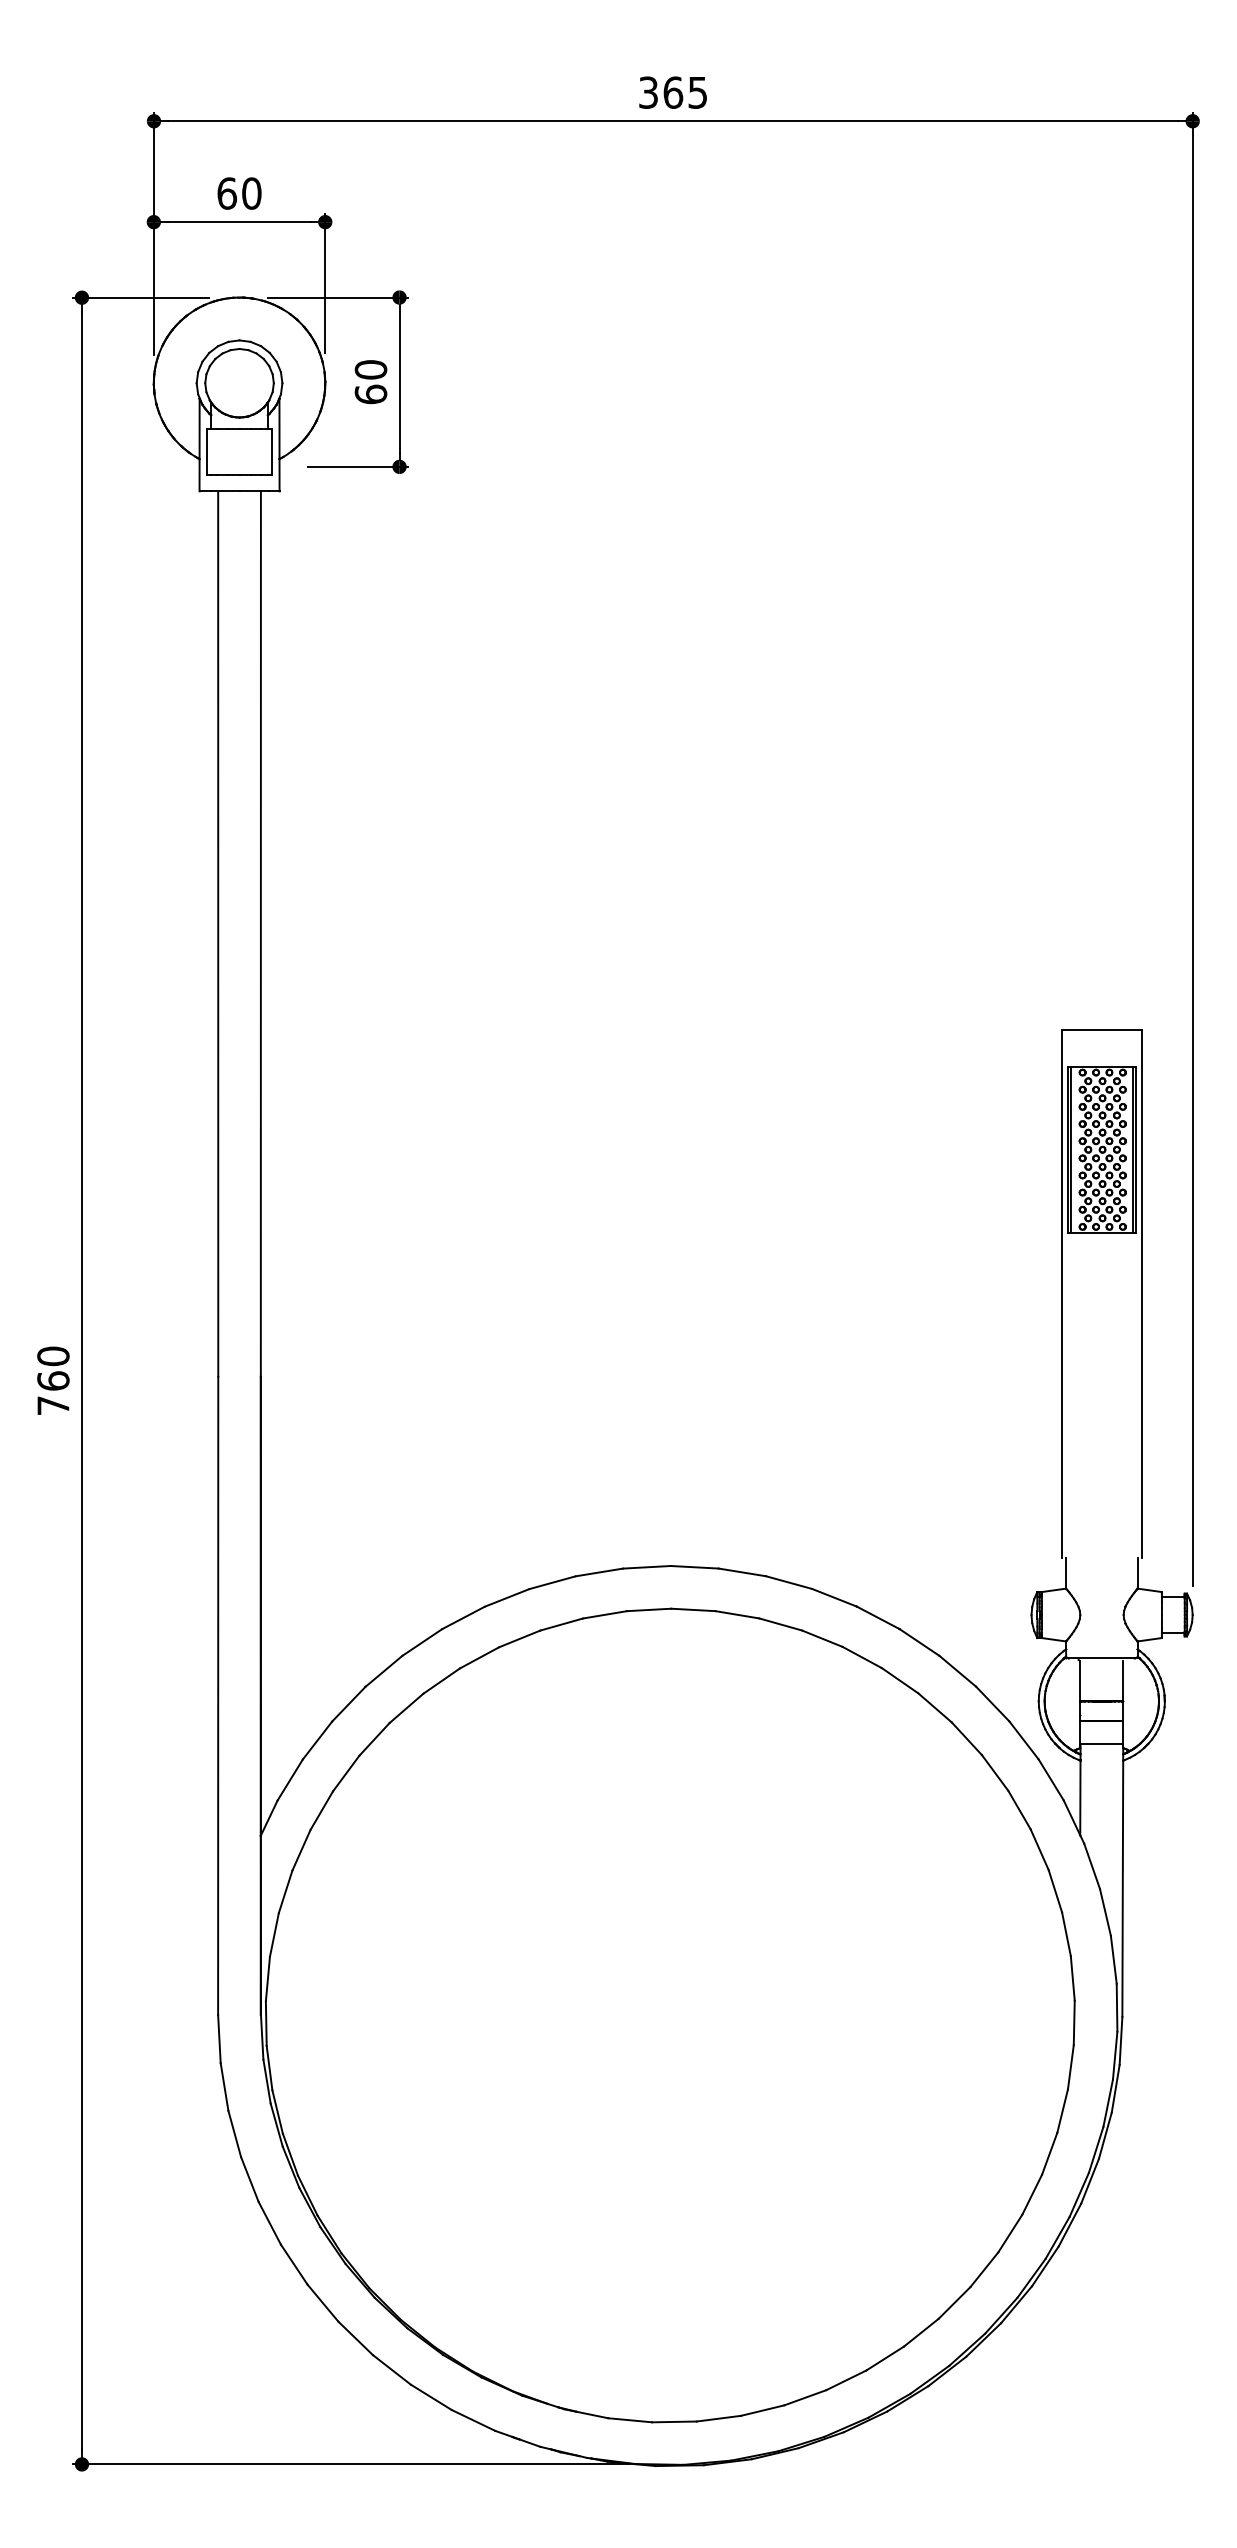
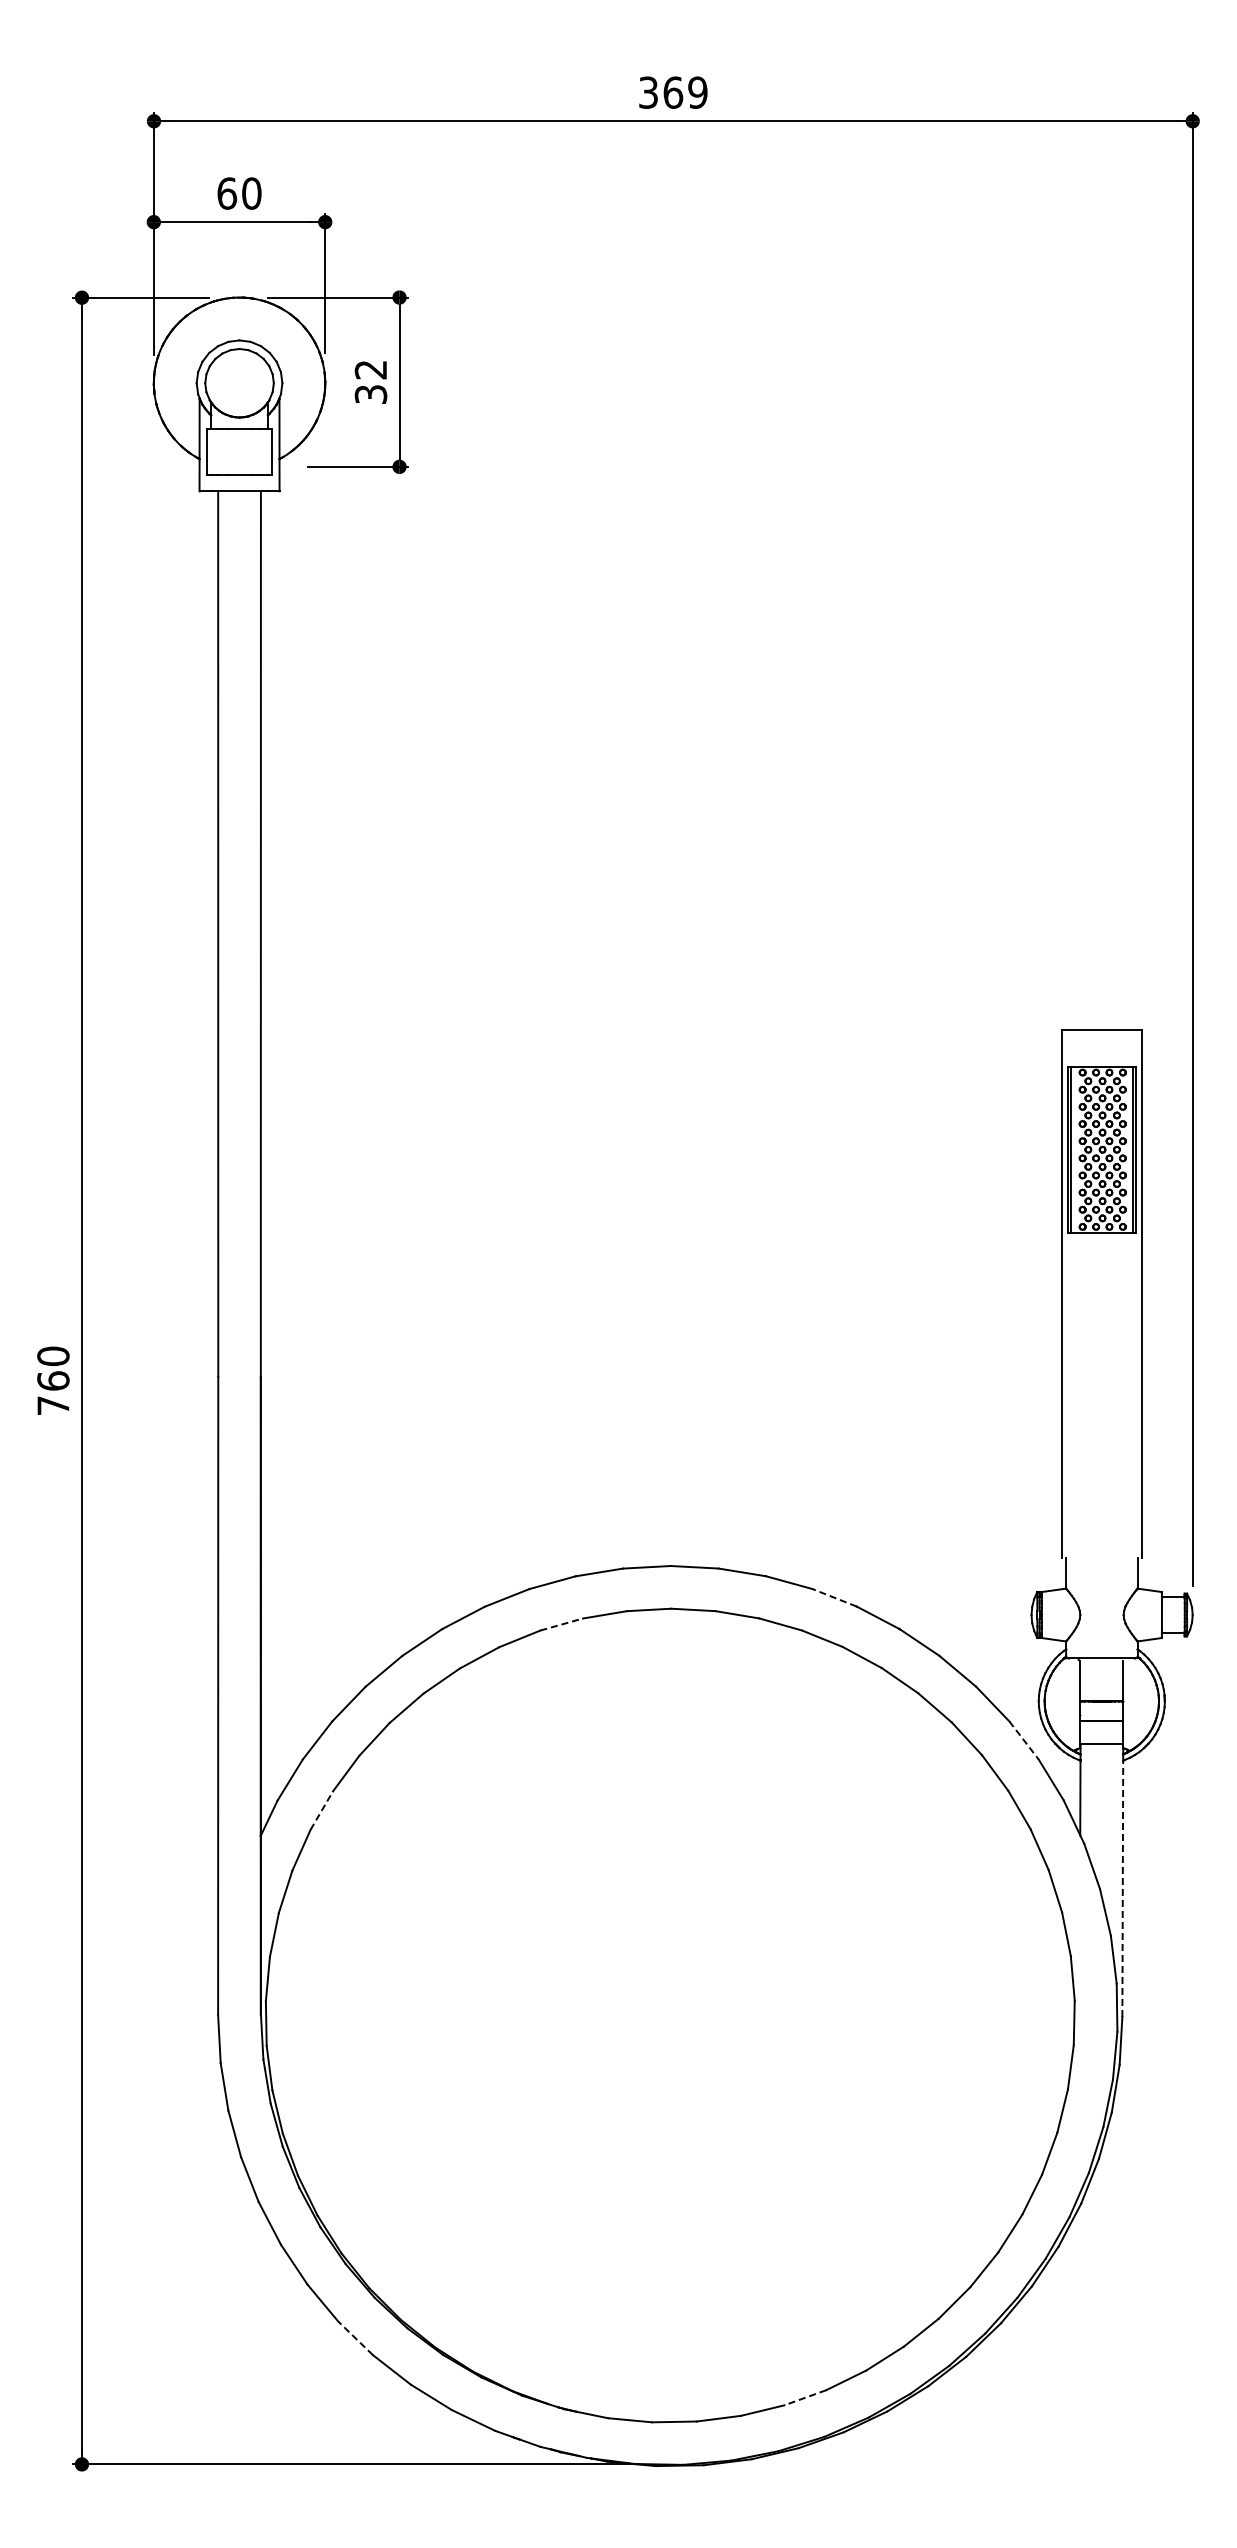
text at (697, 92): 365 -> 369
text at (370, 382): 60 -> 32
line at (834, 1597): solid -> dashed
line at (562, 1624): solid -> dashed
line at (1023, 1740): solid -> dashed
line at (322, 1810): solid -> dashed
line at (1122, 1888): solid -> dashed
line at (355, 2338): solid -> dashed
line at (804, 2397): solid -> dashed
